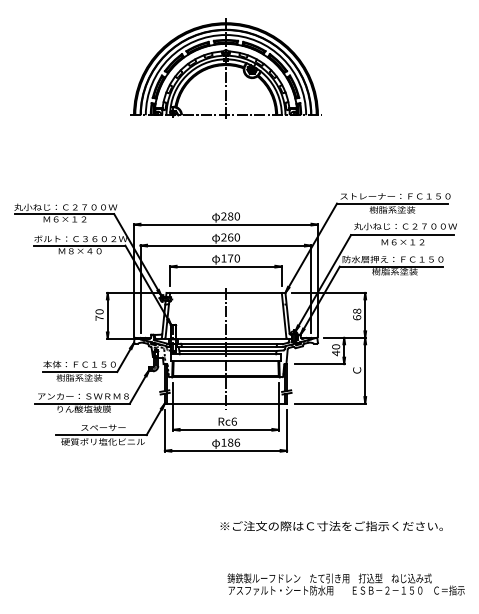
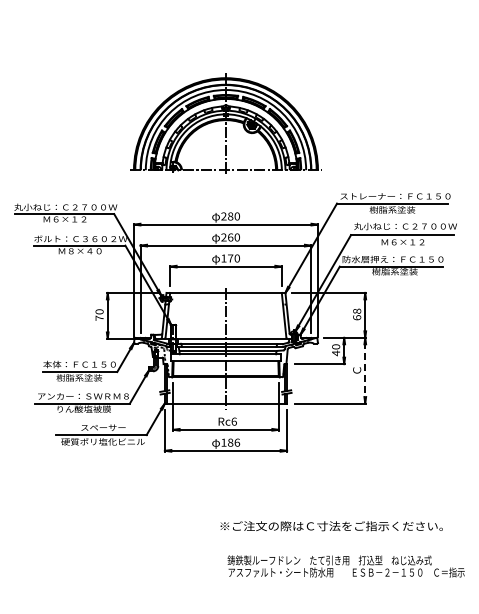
part at (225, 68) position: (225, 68) -> (225, 123)
line at (365, 370): solid -> dashed
text at (345, 584) position: (345, 584) -> (345, 566)
